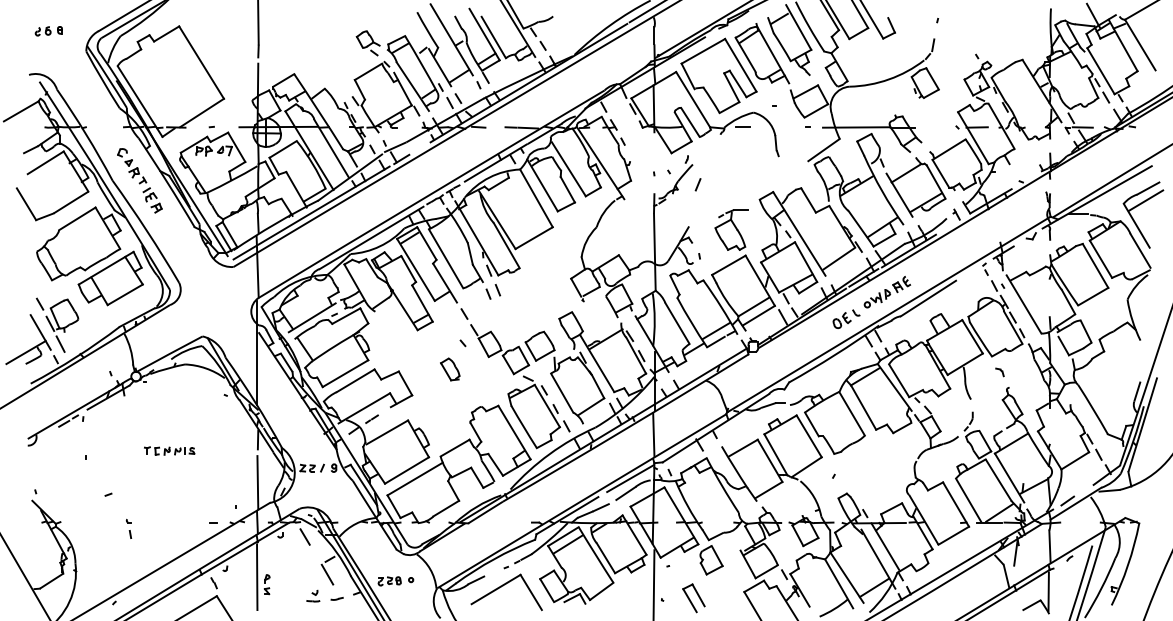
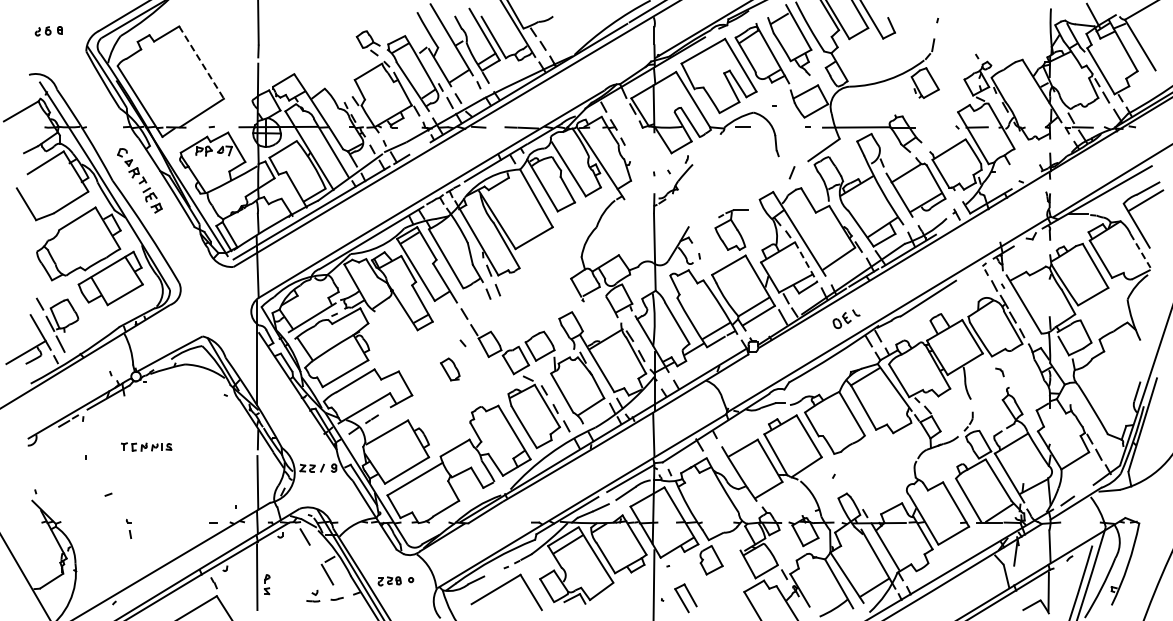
line at (201, 62): solid -> dashed
line at (697, 184) position: (697, 184) -> (791, 172)
line at (1140, 250): solid -> dashed
line at (806, 262): solid -> dashed
part at (887, 292): present -> none
part at (169, 450) position: (169, 450) -> (146, 446)
part at (693, 598) position: (693, 598) -> (685, 598)
